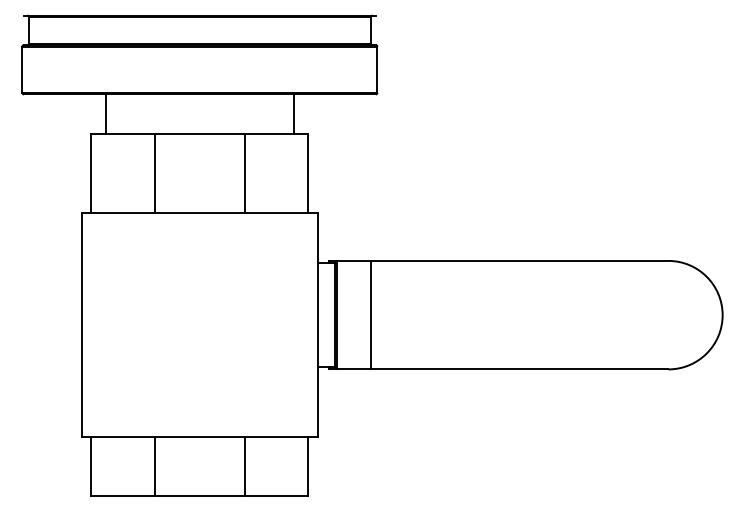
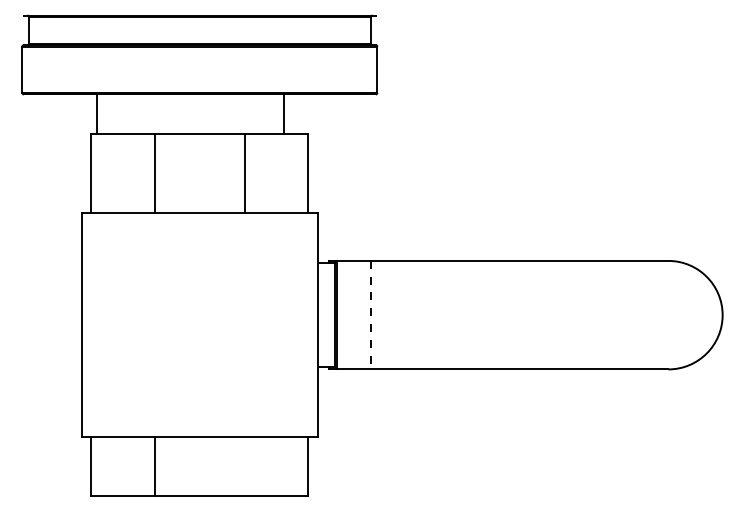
line at (106, 113) position: (106, 113) -> (97, 113)
line at (293, 113) position: (293, 113) -> (283, 113)
line at (370, 315): solid -> dashed
line at (244, 466): present -> none
